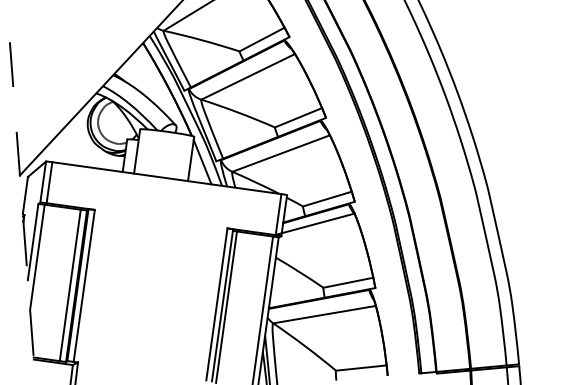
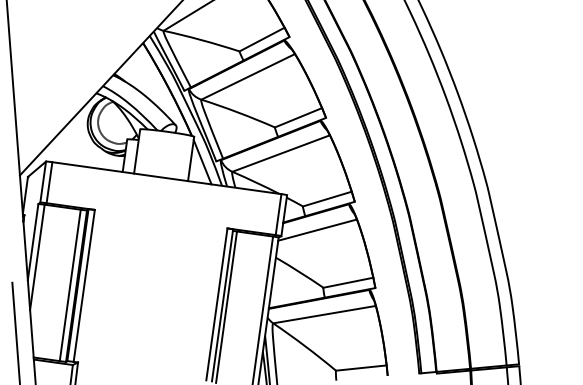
line at (21, 192): dashed -> solid
line at (315, 223) position: (315, 223) -> (317, 229)
line at (15, 331): none -> present
